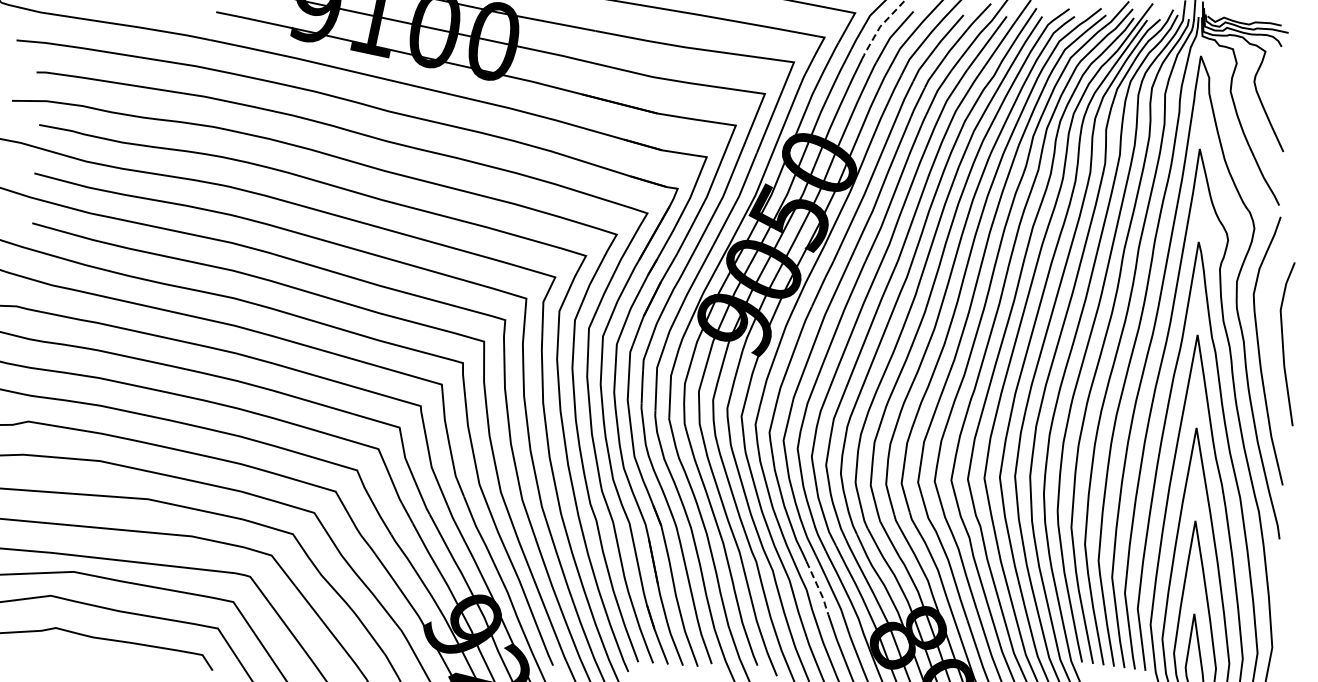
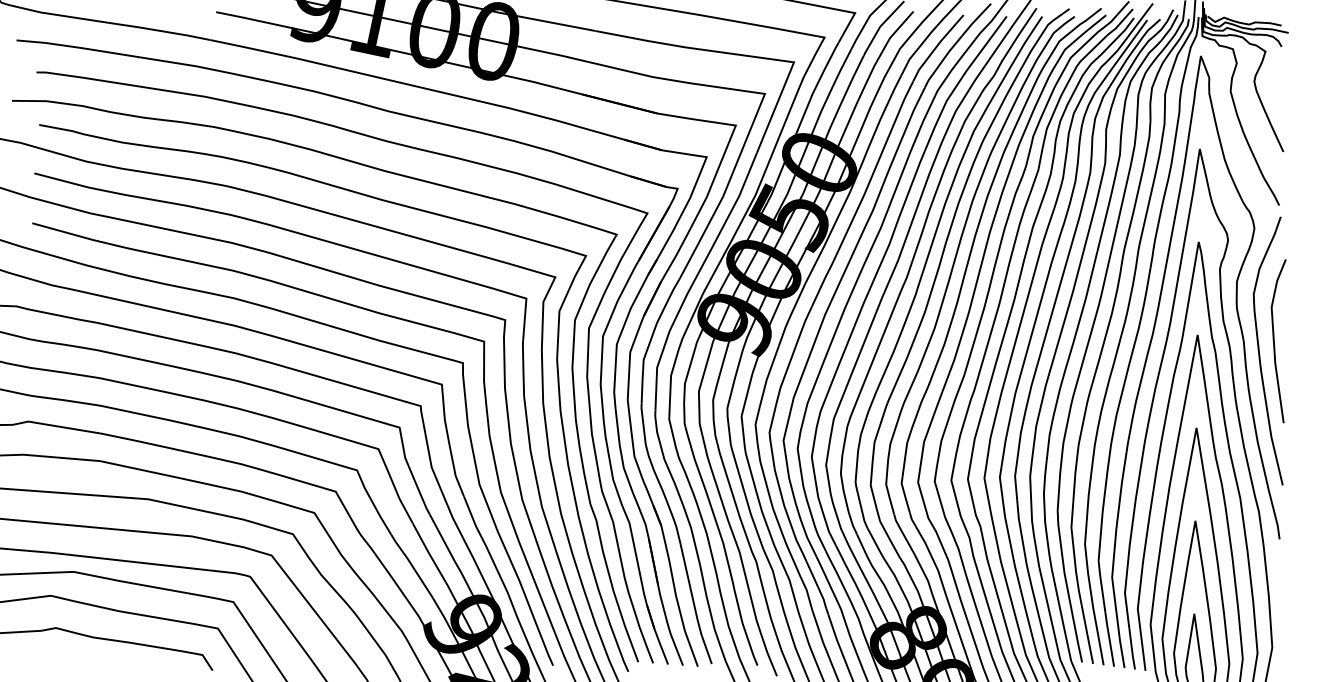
line at (880, 26): dashed -> solid
curve at (1283, 344) position: (1283, 344) -> (1274, 341)
line at (818, 588): dashed -> solid
